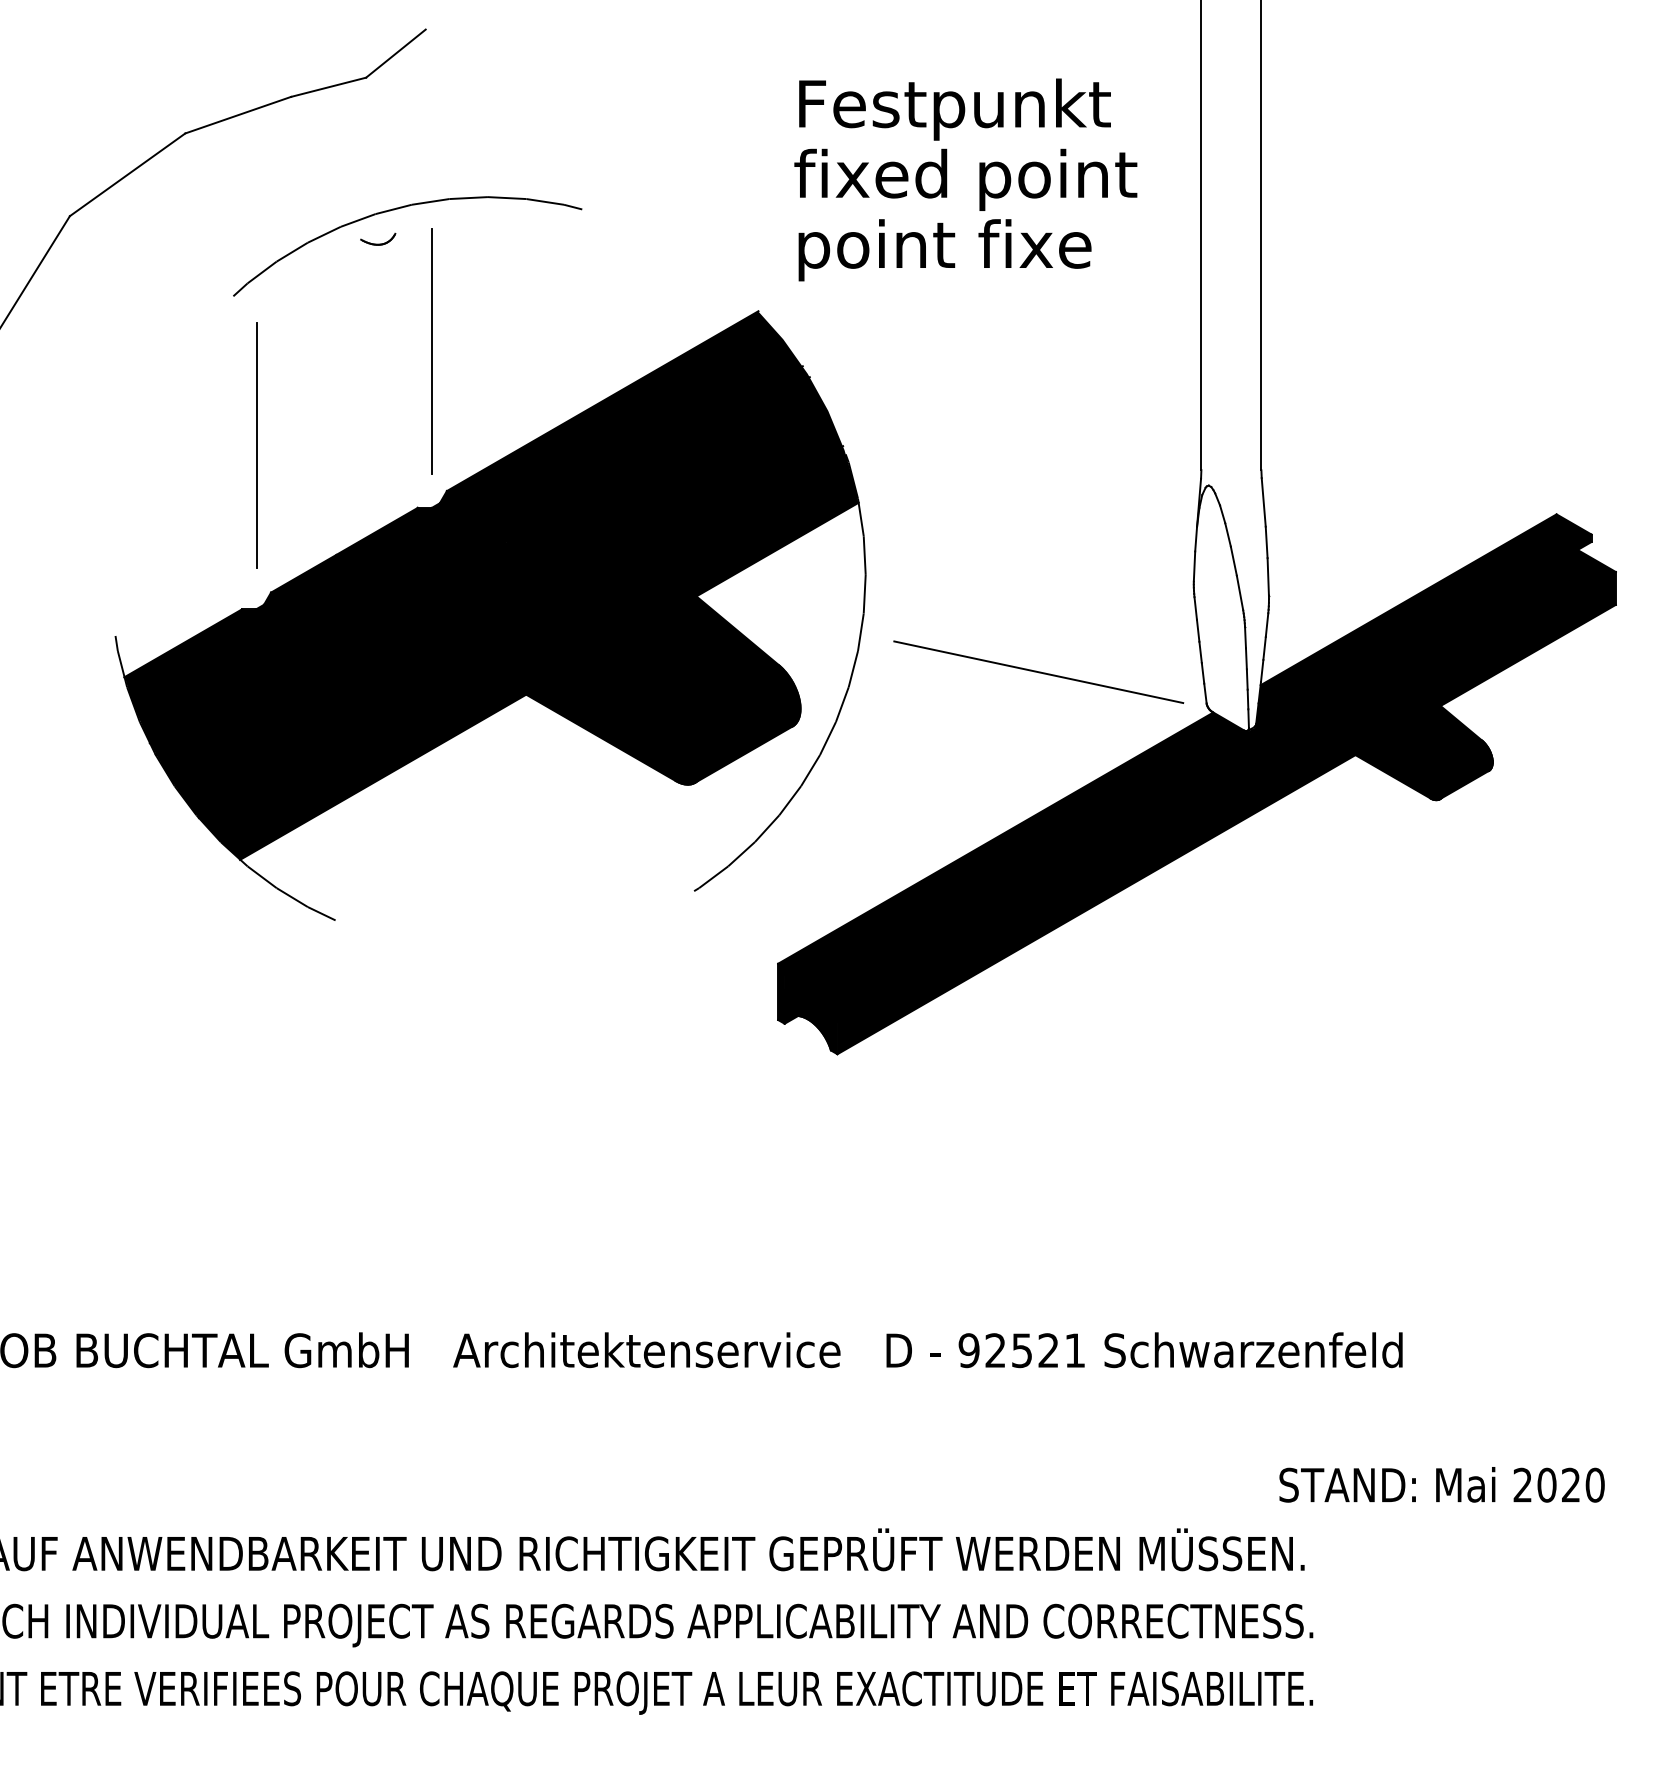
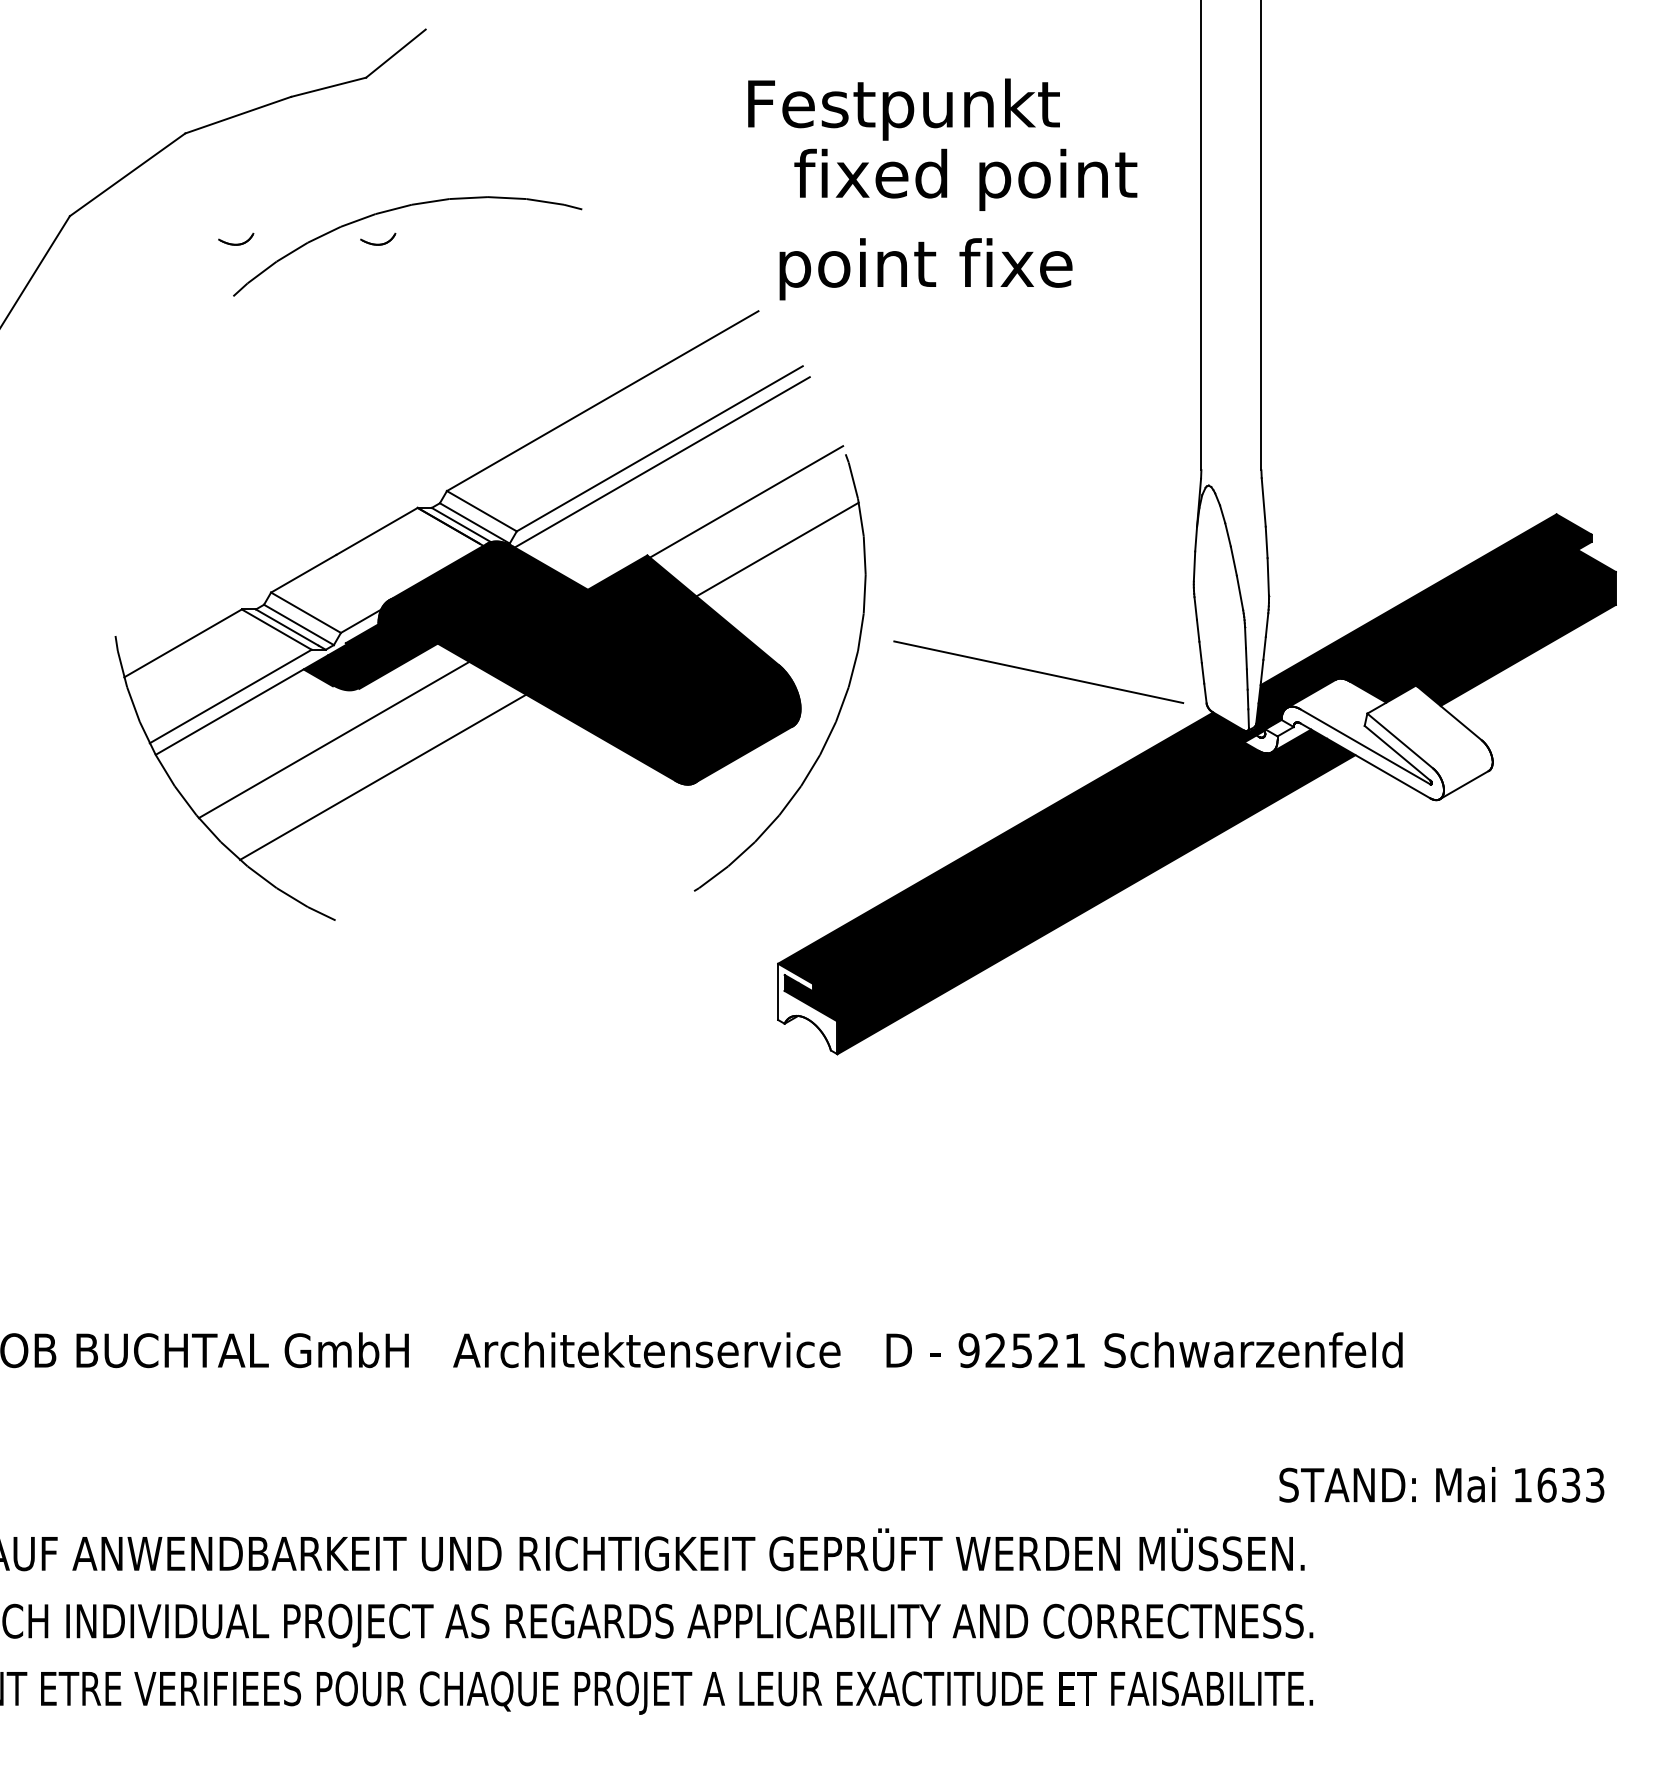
text at (954, 109) position: (954, 109) -> (903, 109)
part at (236, 238): none -> present
text at (944, 250) position: (944, 250) -> (925, 269)
line at (432, 351): present -> none
line at (256, 445): present -> none
fill at (491, 585): present -> none
fill at (1368, 739): present -> none
fill at (807, 1008): present -> none
text at (1558, 1484): 2020 -> 1633
